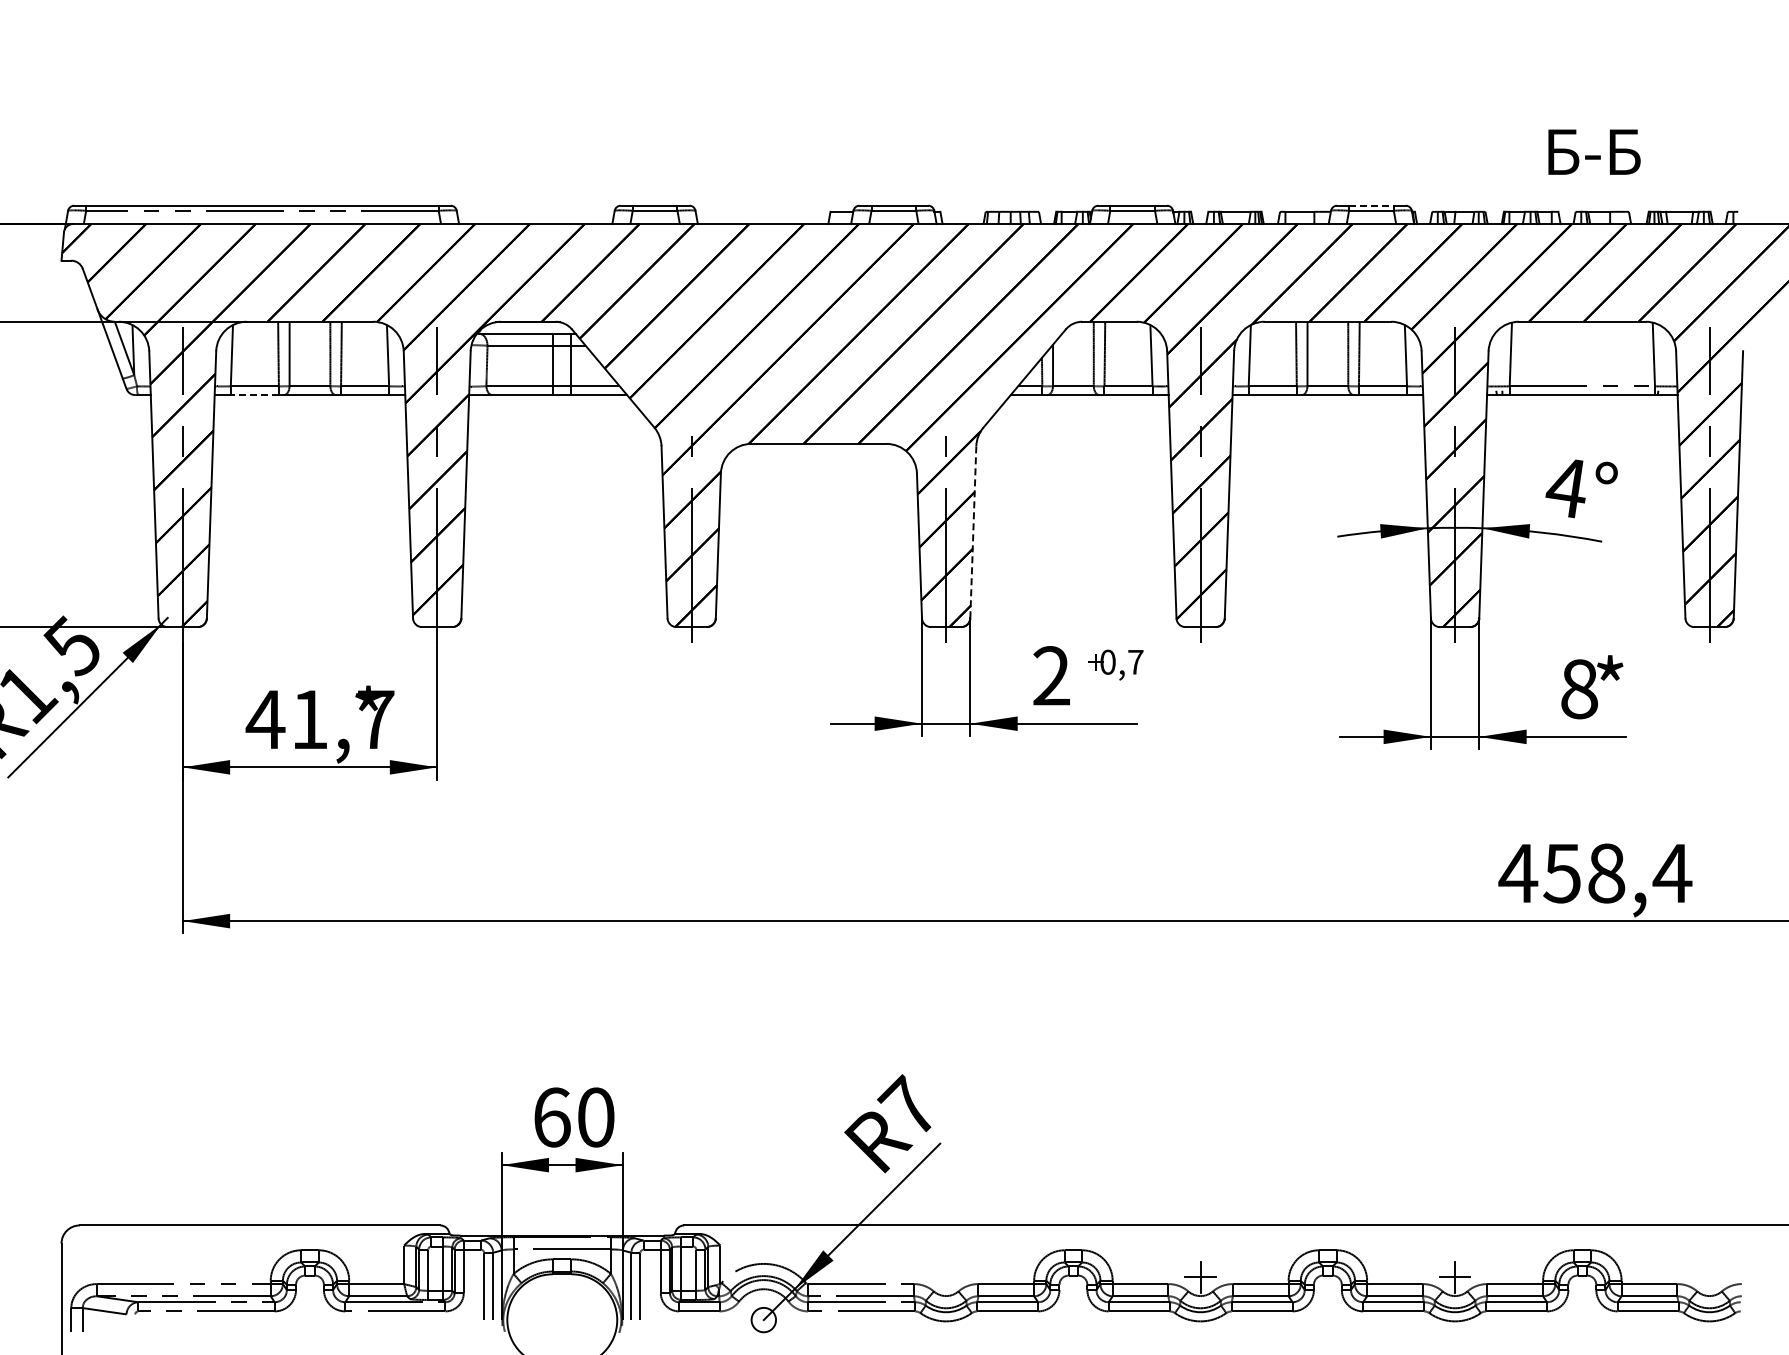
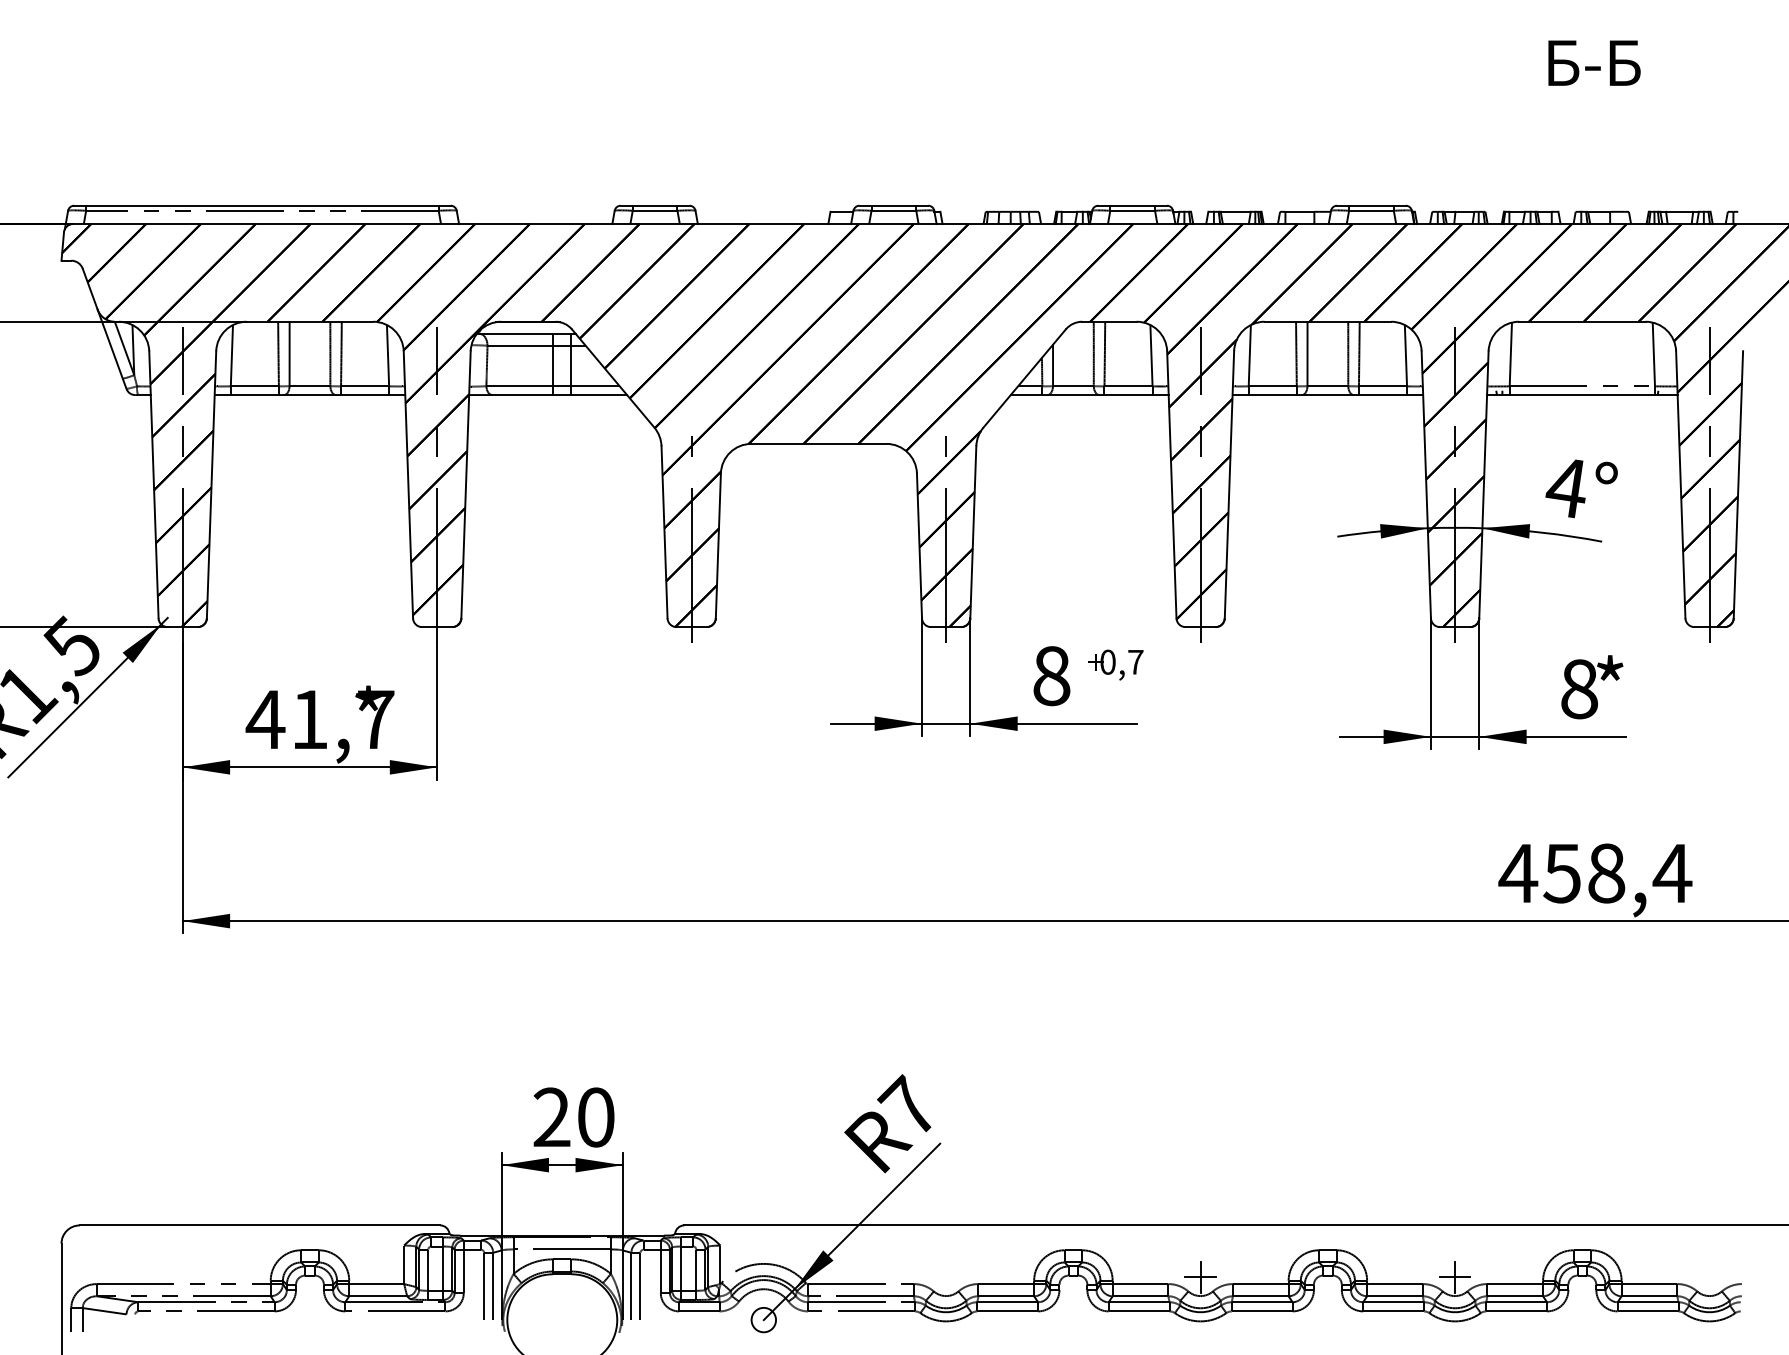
text at (1594, 151) position: (1594, 151) -> (1594, 62)
line at (1371, 205): dashed -> solid
line at (254, 395): dashed -> solid
line at (973, 531): dashed -> solid
text at (1051, 676): 2 -> 8
text at (551, 1117): 60 -> 20
